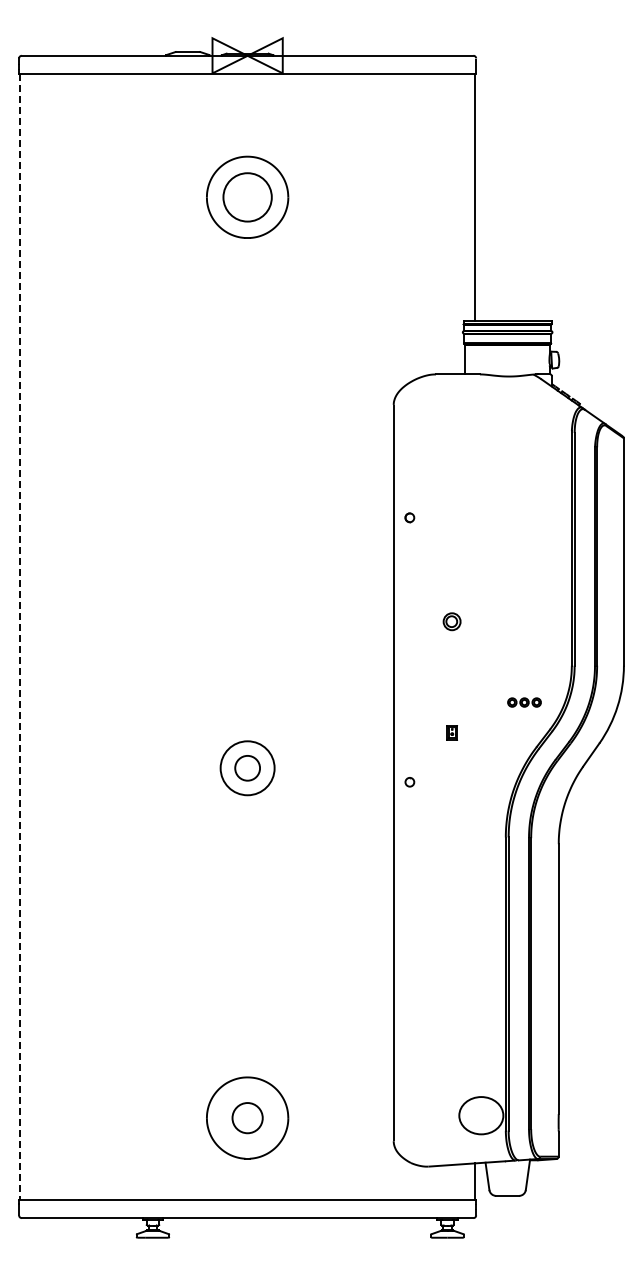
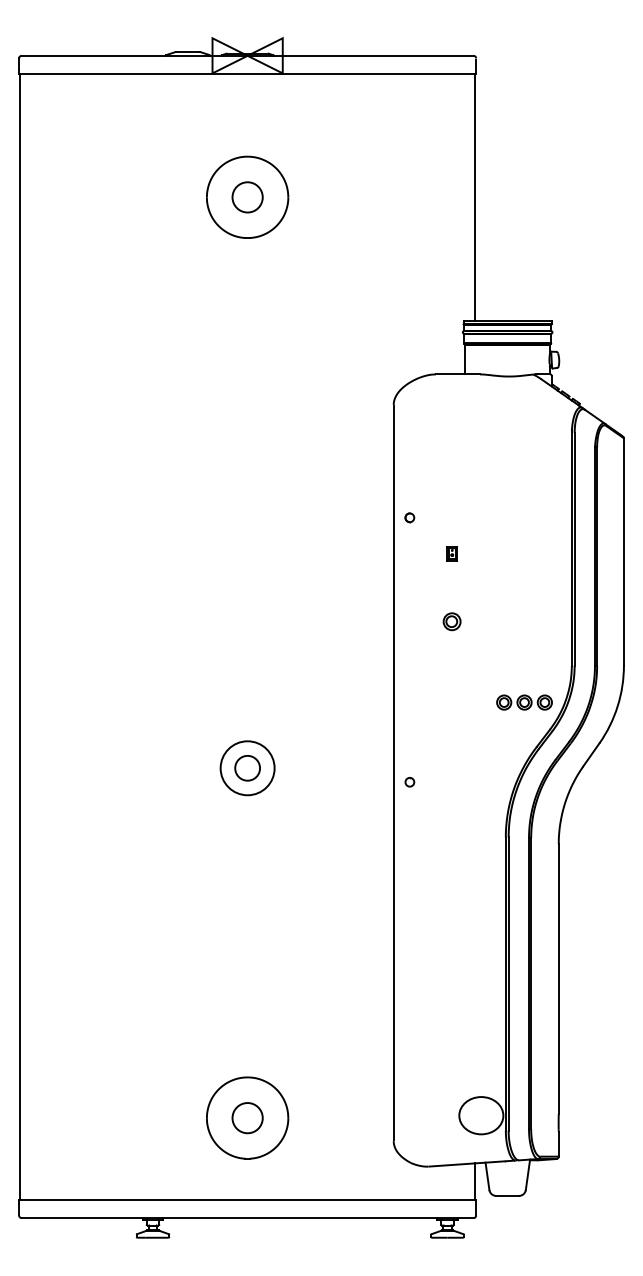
circle at (247, 197) diameter: 48 px -> 30 px
line at (20, 637): dashed -> solid
part at (524, 702) size: 35x11 px -> 57x17 px
part at (451, 732) position: (451, 732) -> (451, 553)
